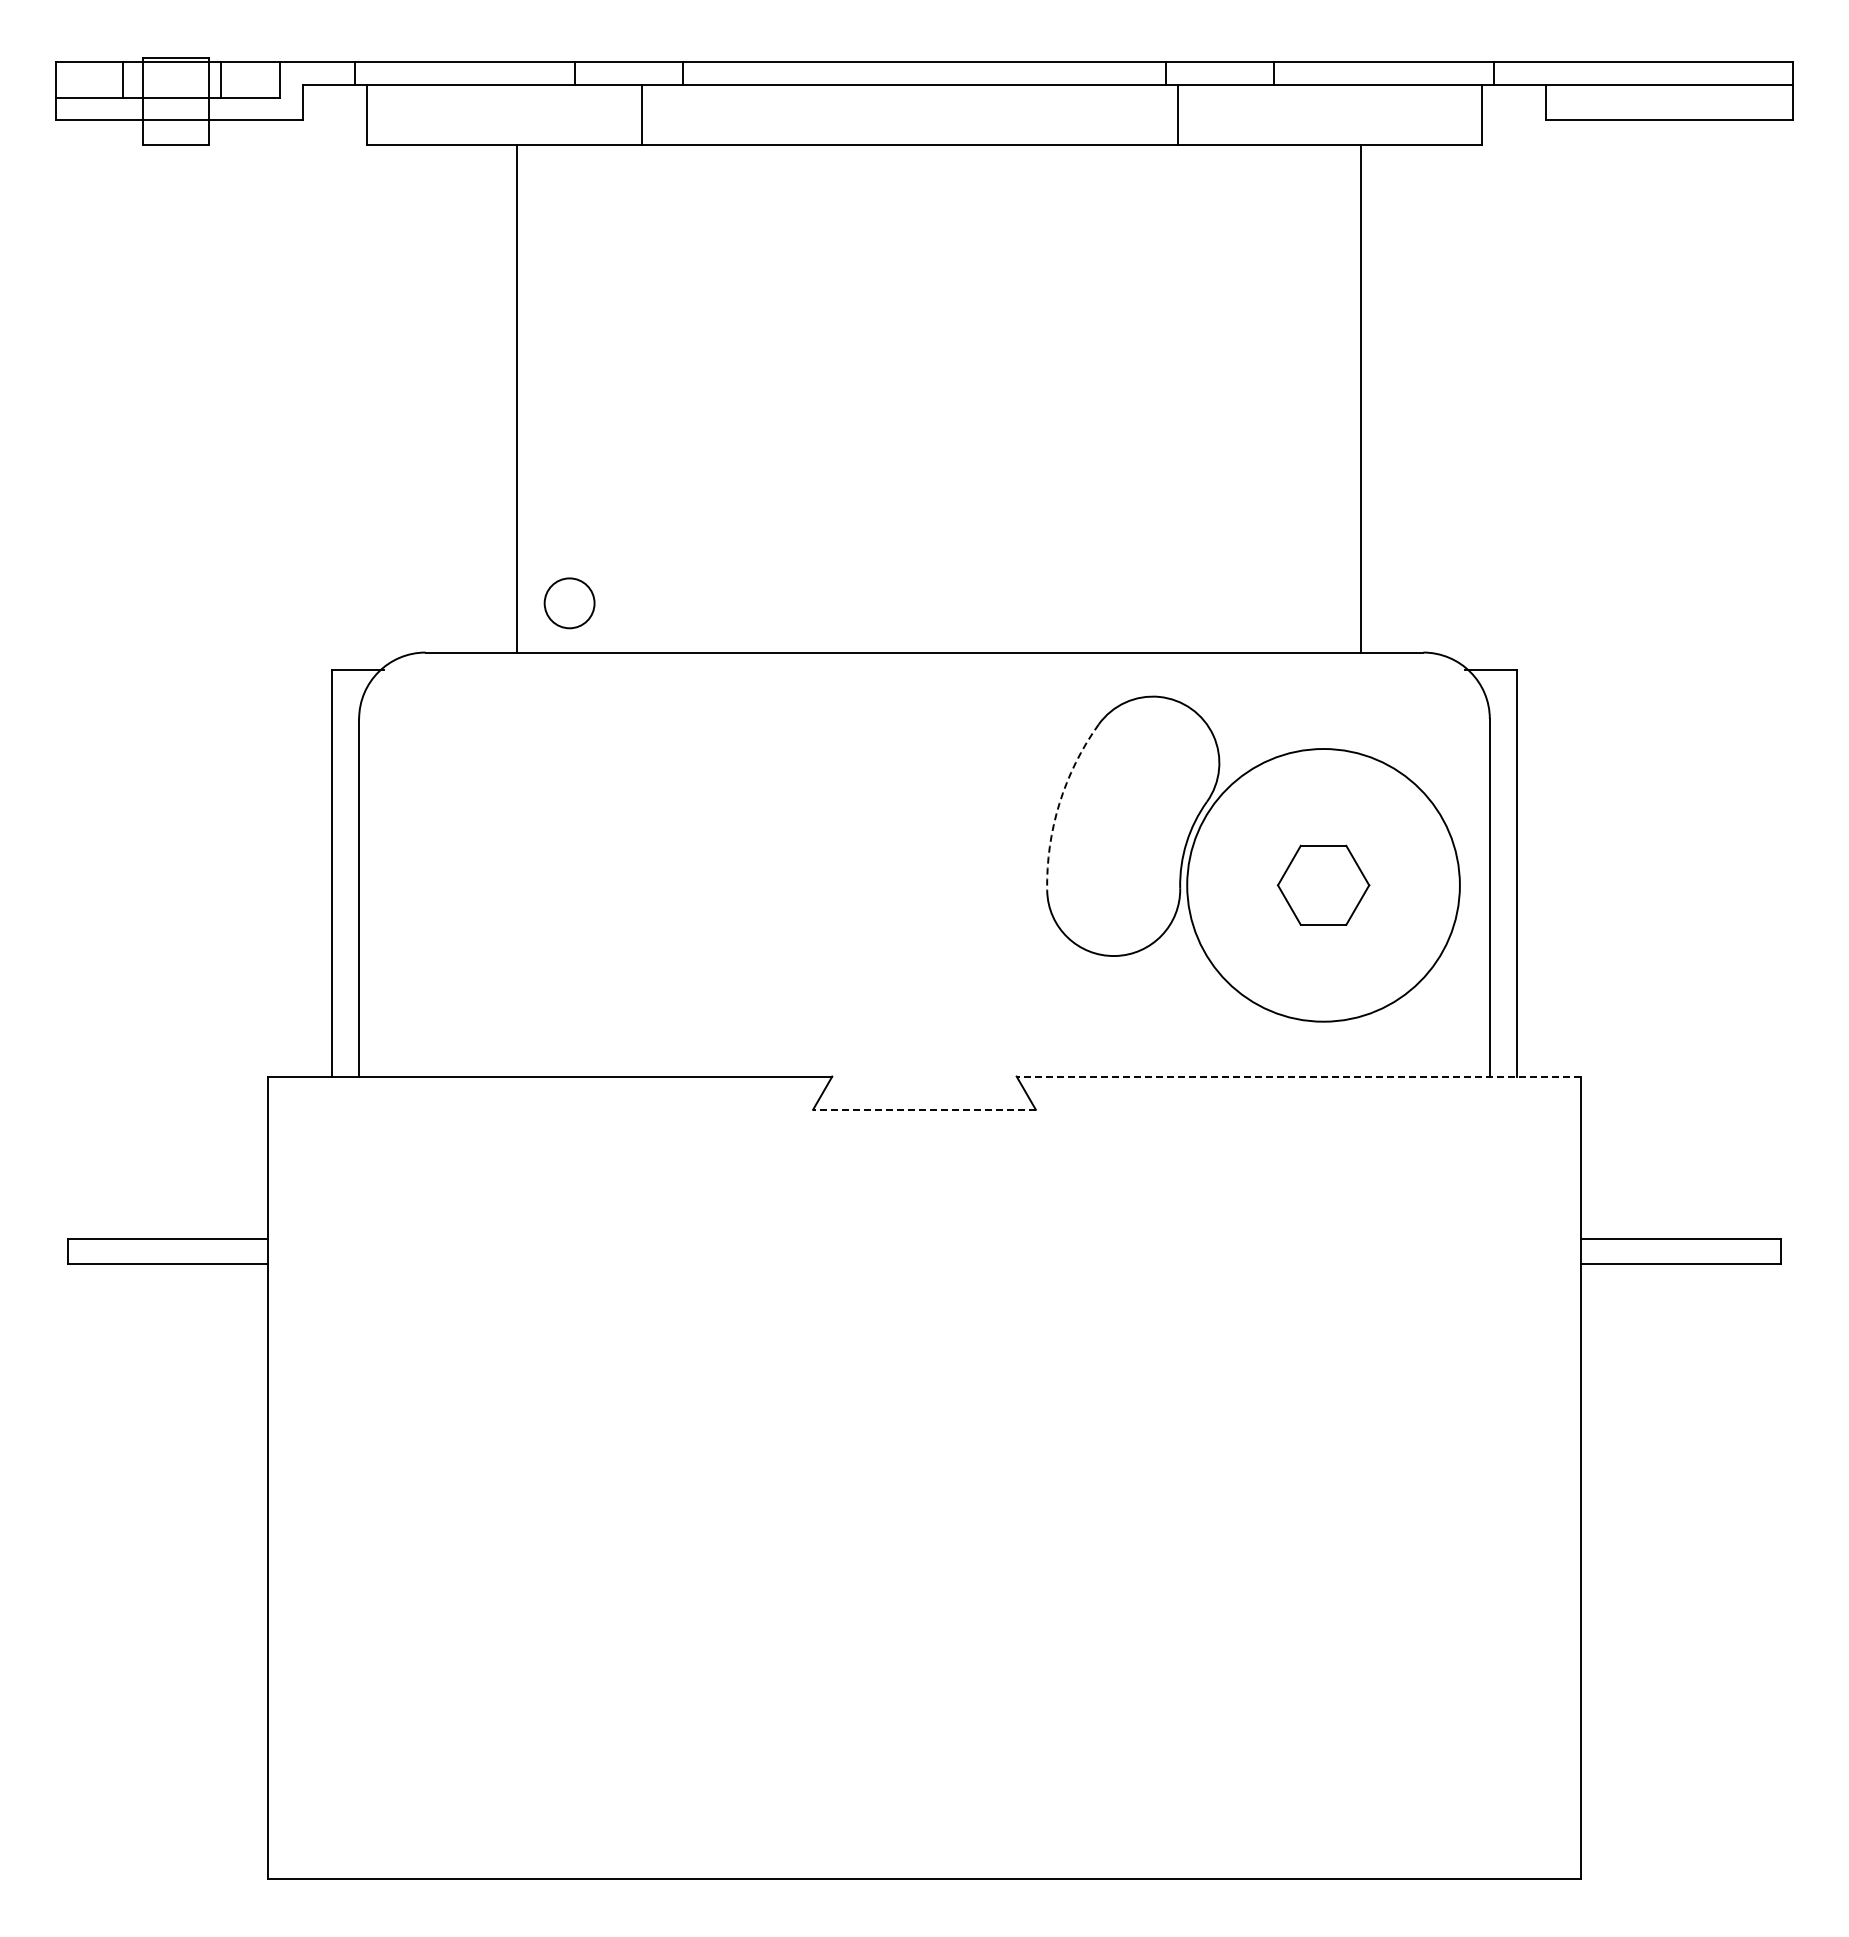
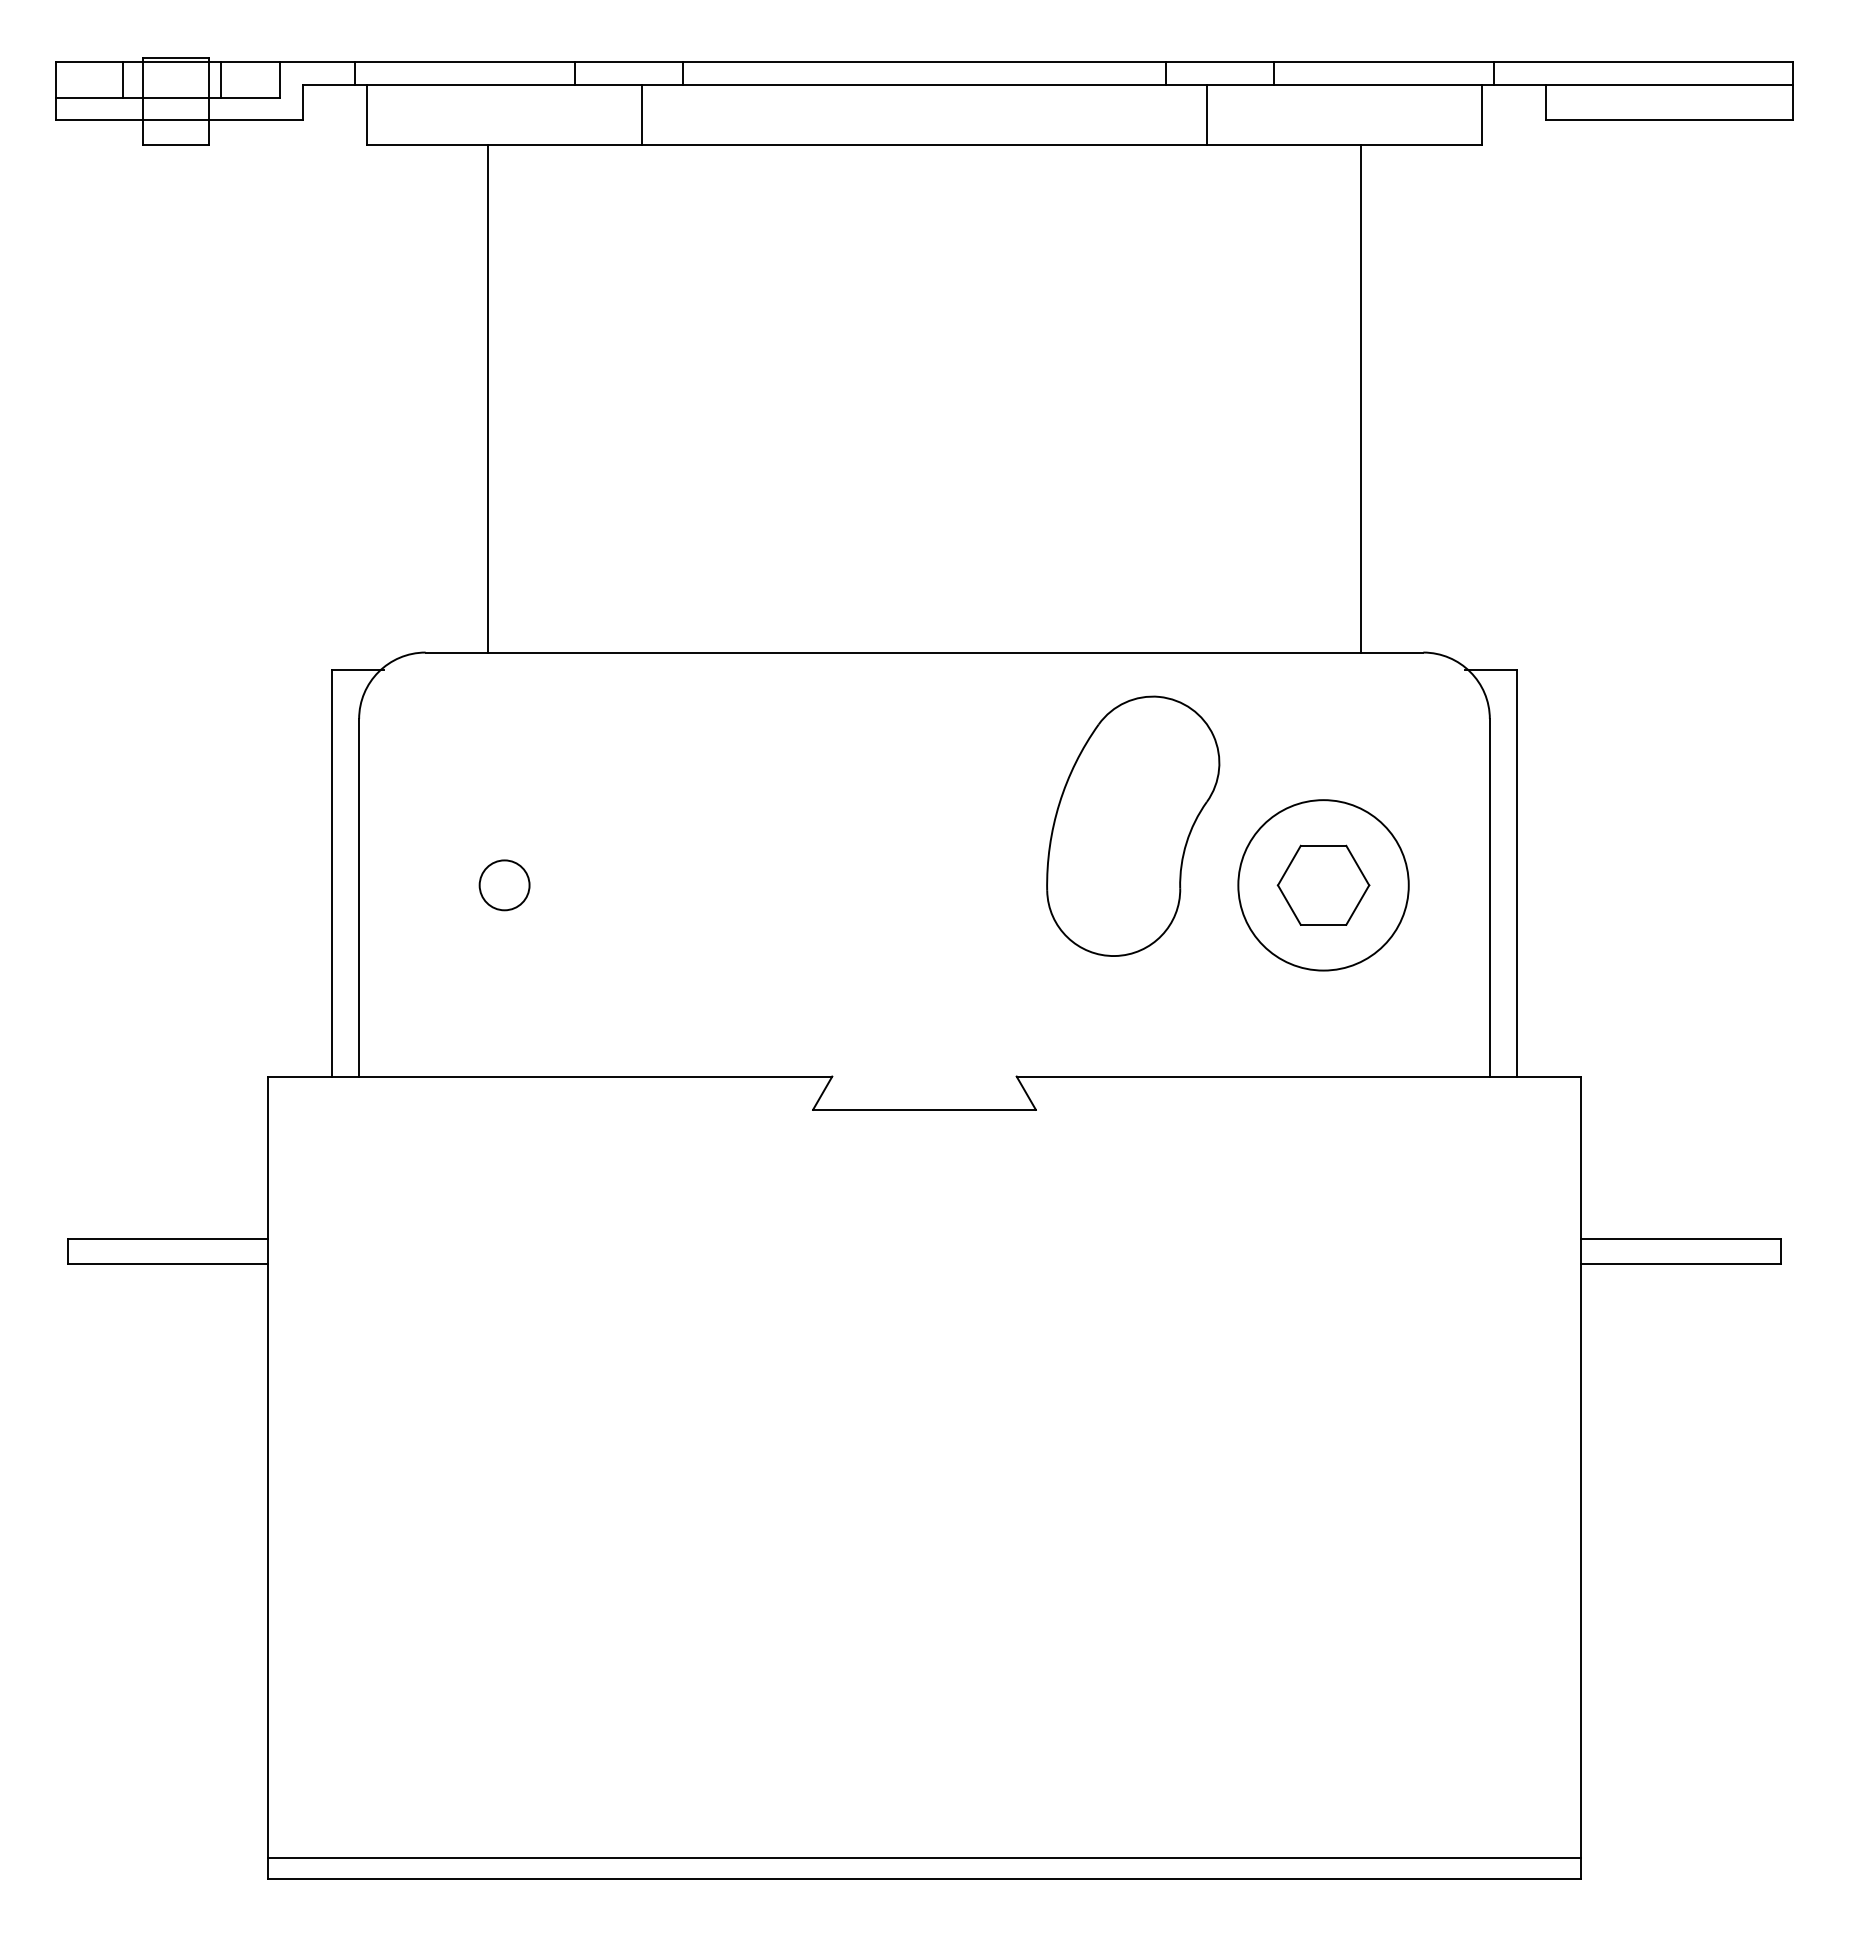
line at (1178, 114) position: (1178, 114) -> (1207, 114)
line at (517, 398) position: (517, 398) -> (488, 398)
circle at (569, 603) position: (569, 603) -> (504, 885)
arc at (1059, 803): dashed -> solid
circle at (1323, 885) diameter: 273 px -> 170 px
line at (1298, 1076): dashed -> solid
line at (923, 1109): dashed -> solid
line at (924, 1858): none -> present
